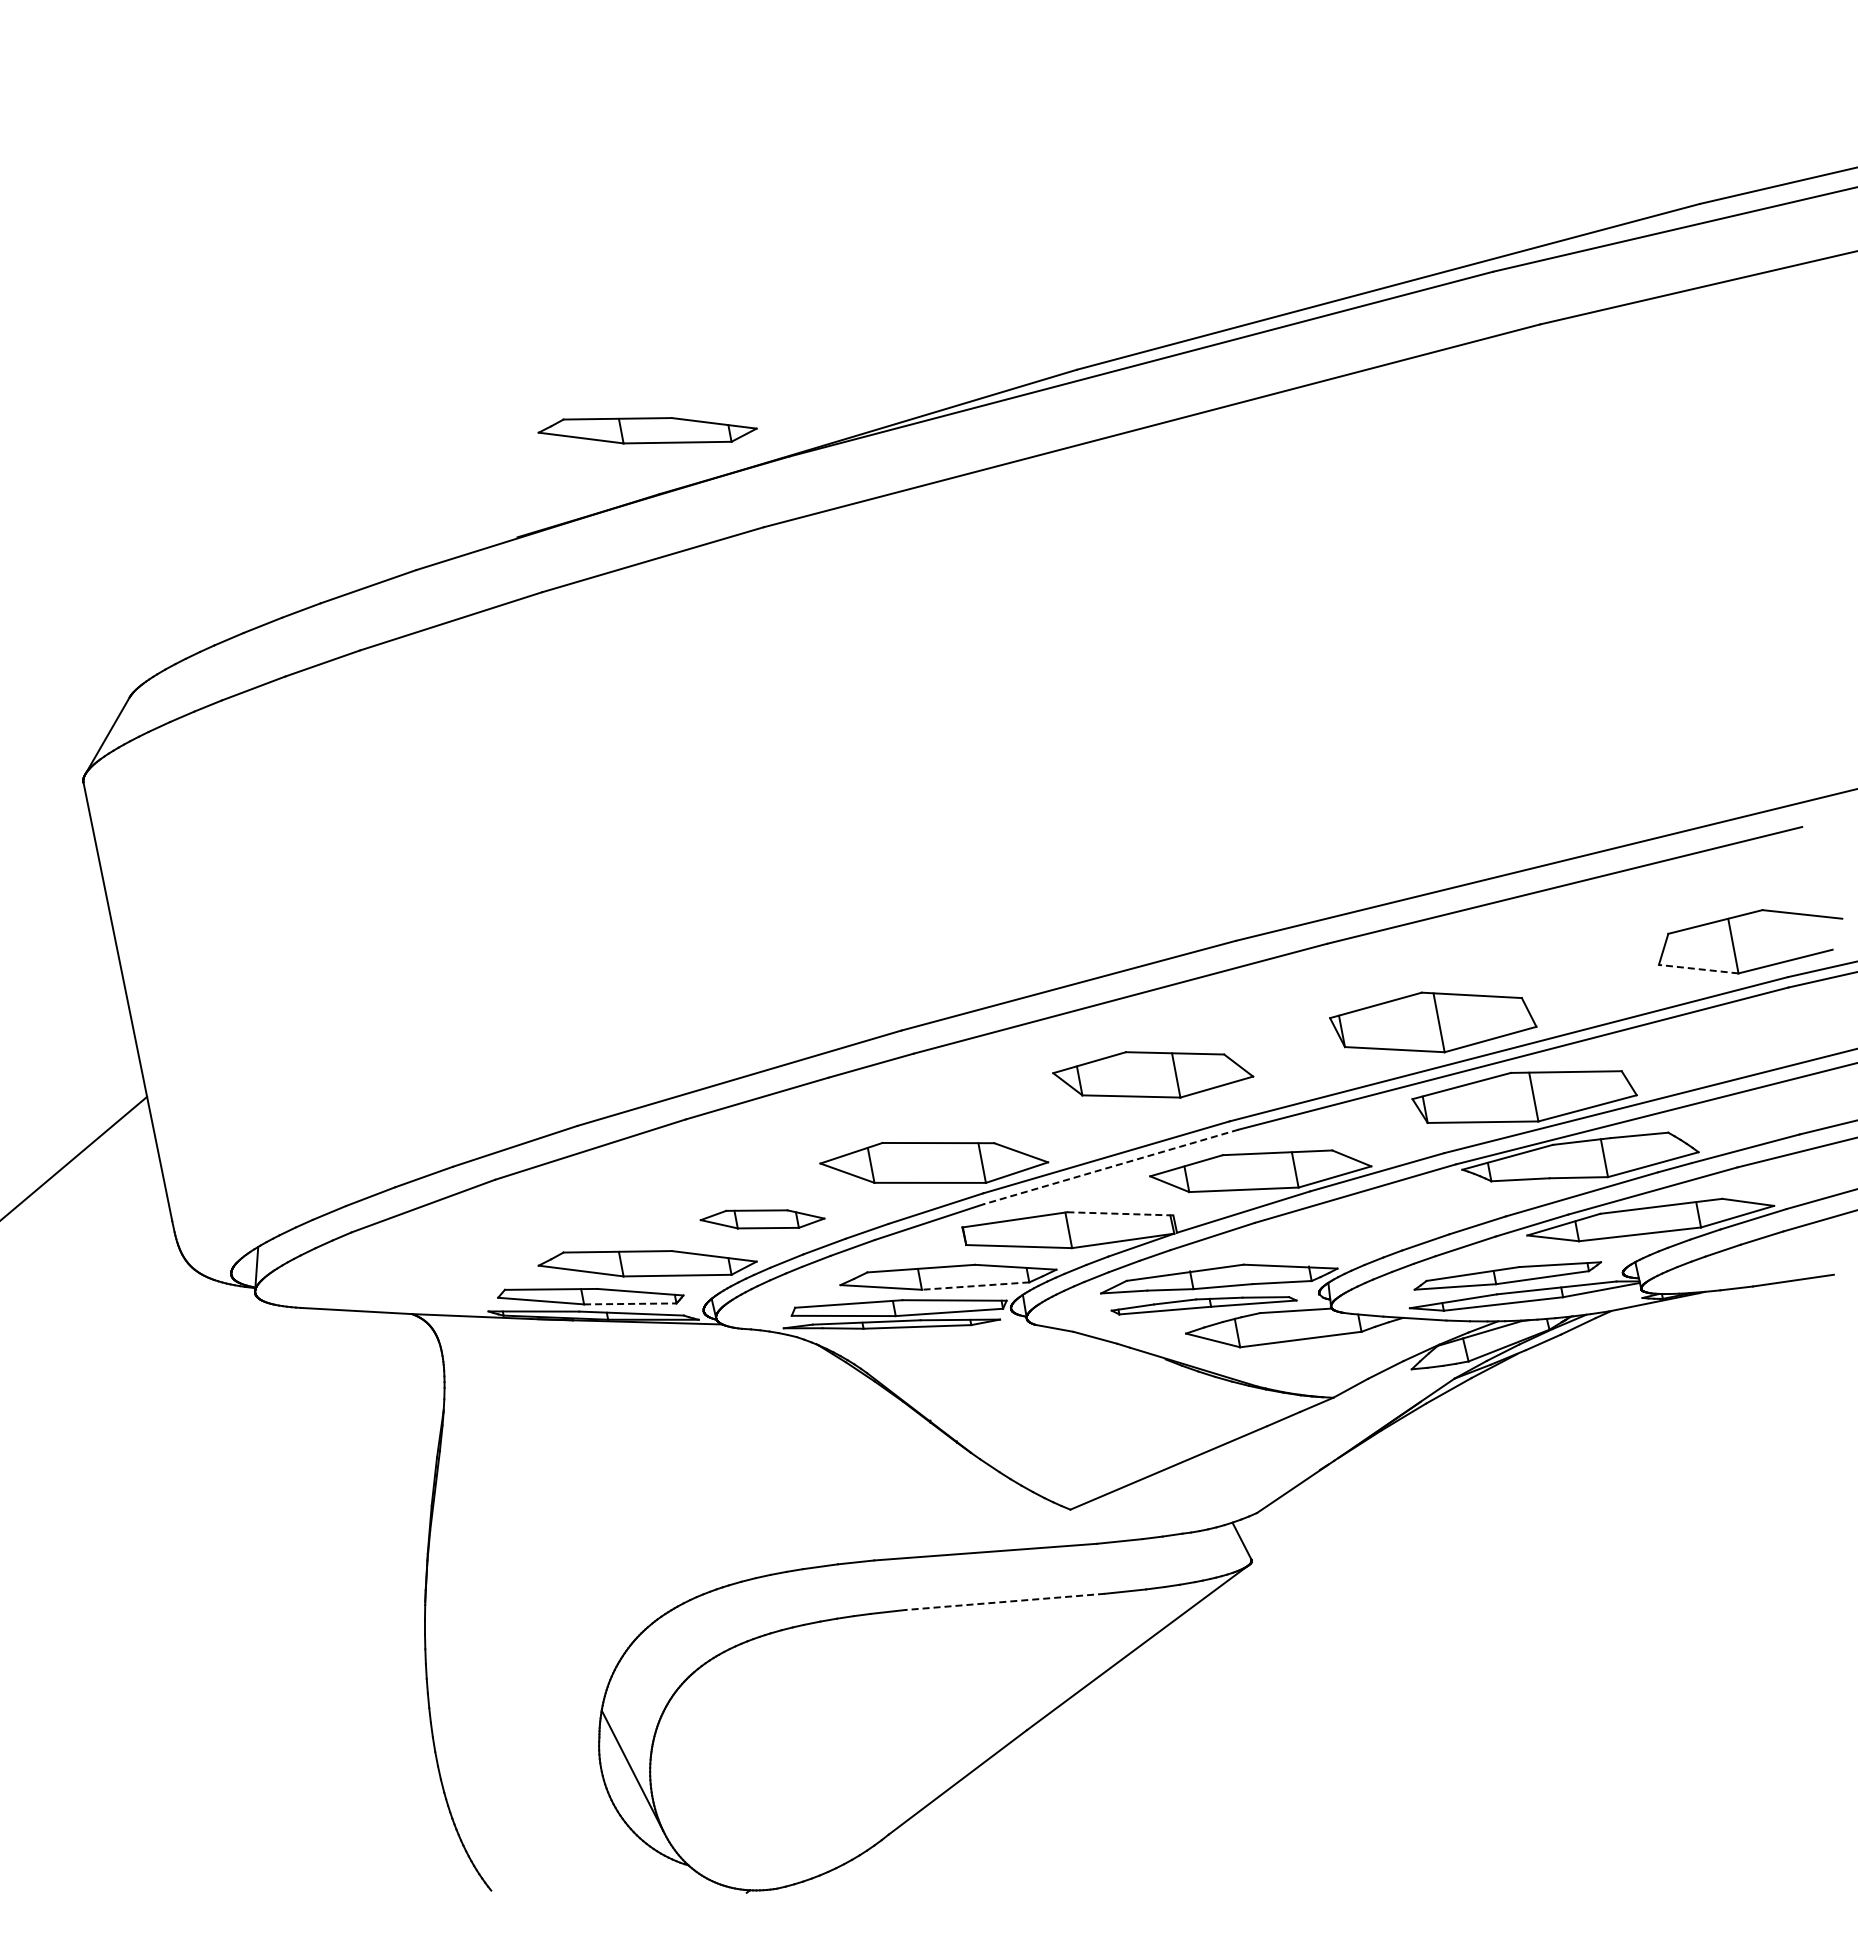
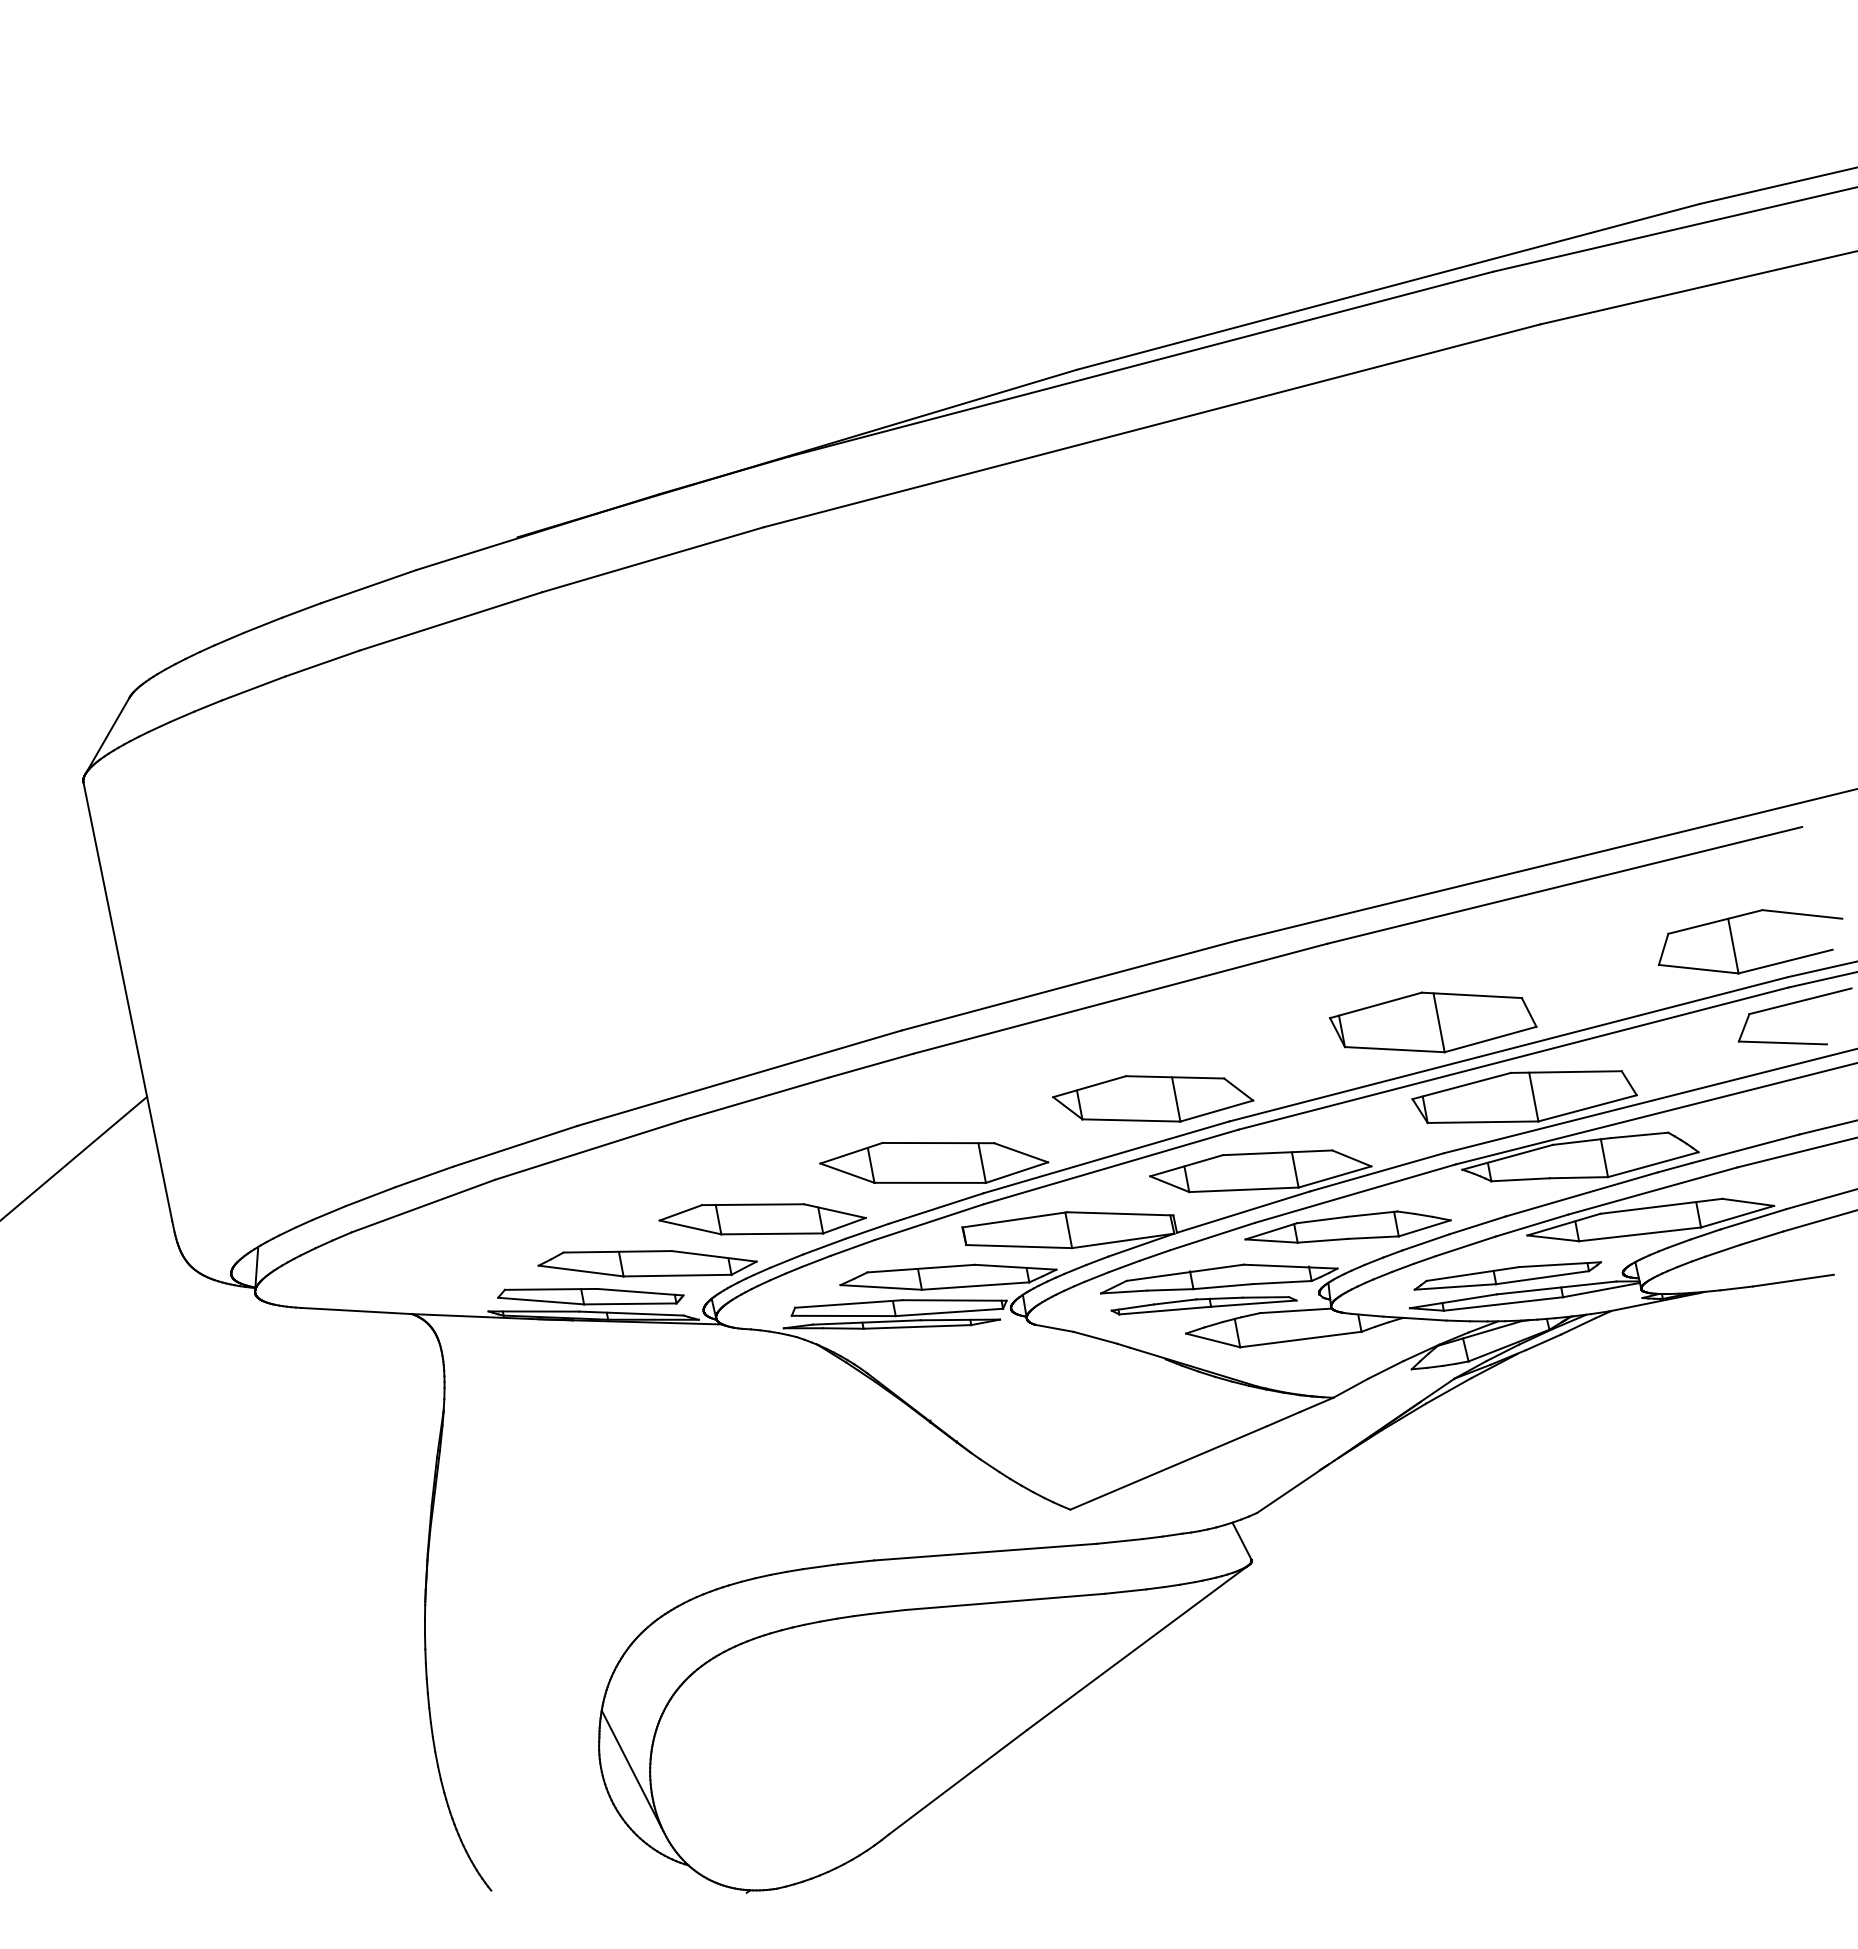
part at (647, 430): present -> none
line at (1698, 969): dashed -> solid
part at (1792, 1004): none -> present
part at (1153, 1074) position: (1153, 1074) -> (1153, 1098)
line at (1111, 1166): dashed -> solid
line at (1120, 1213): dashed -> solid
part at (762, 1219) size: 127x21 px -> 209x33 px
part at (1347, 1226): none -> present
line at (975, 1286): dashed -> solid
line at (630, 1303): dashed -> solid
line at (1004, 1601): dashed -> solid
